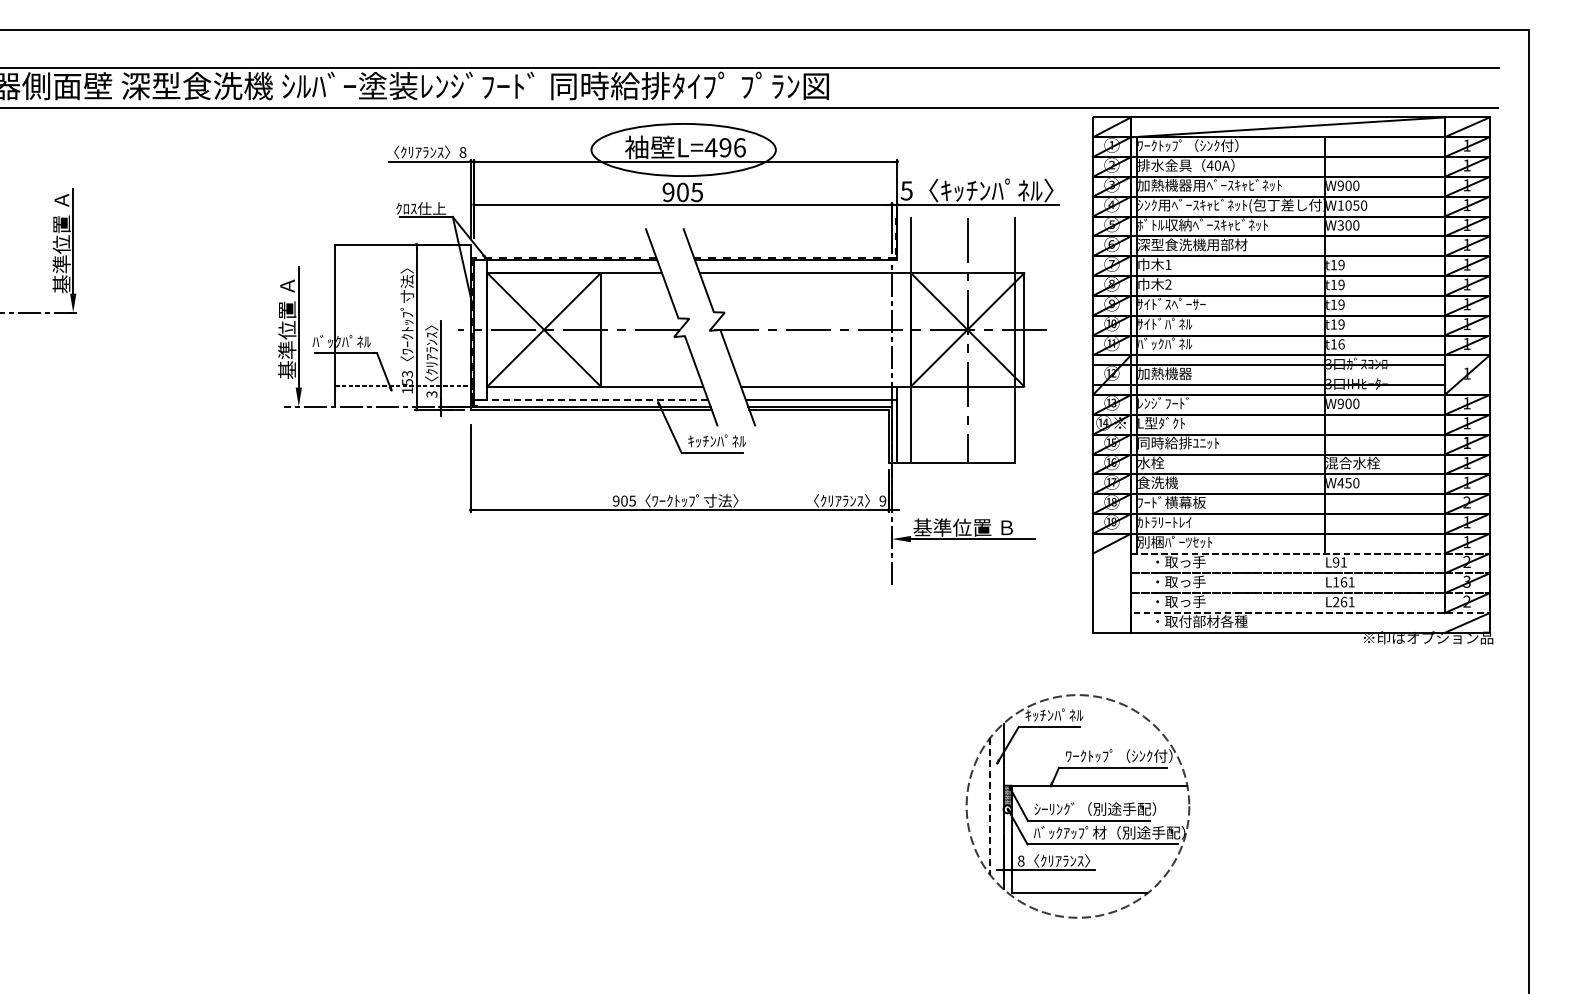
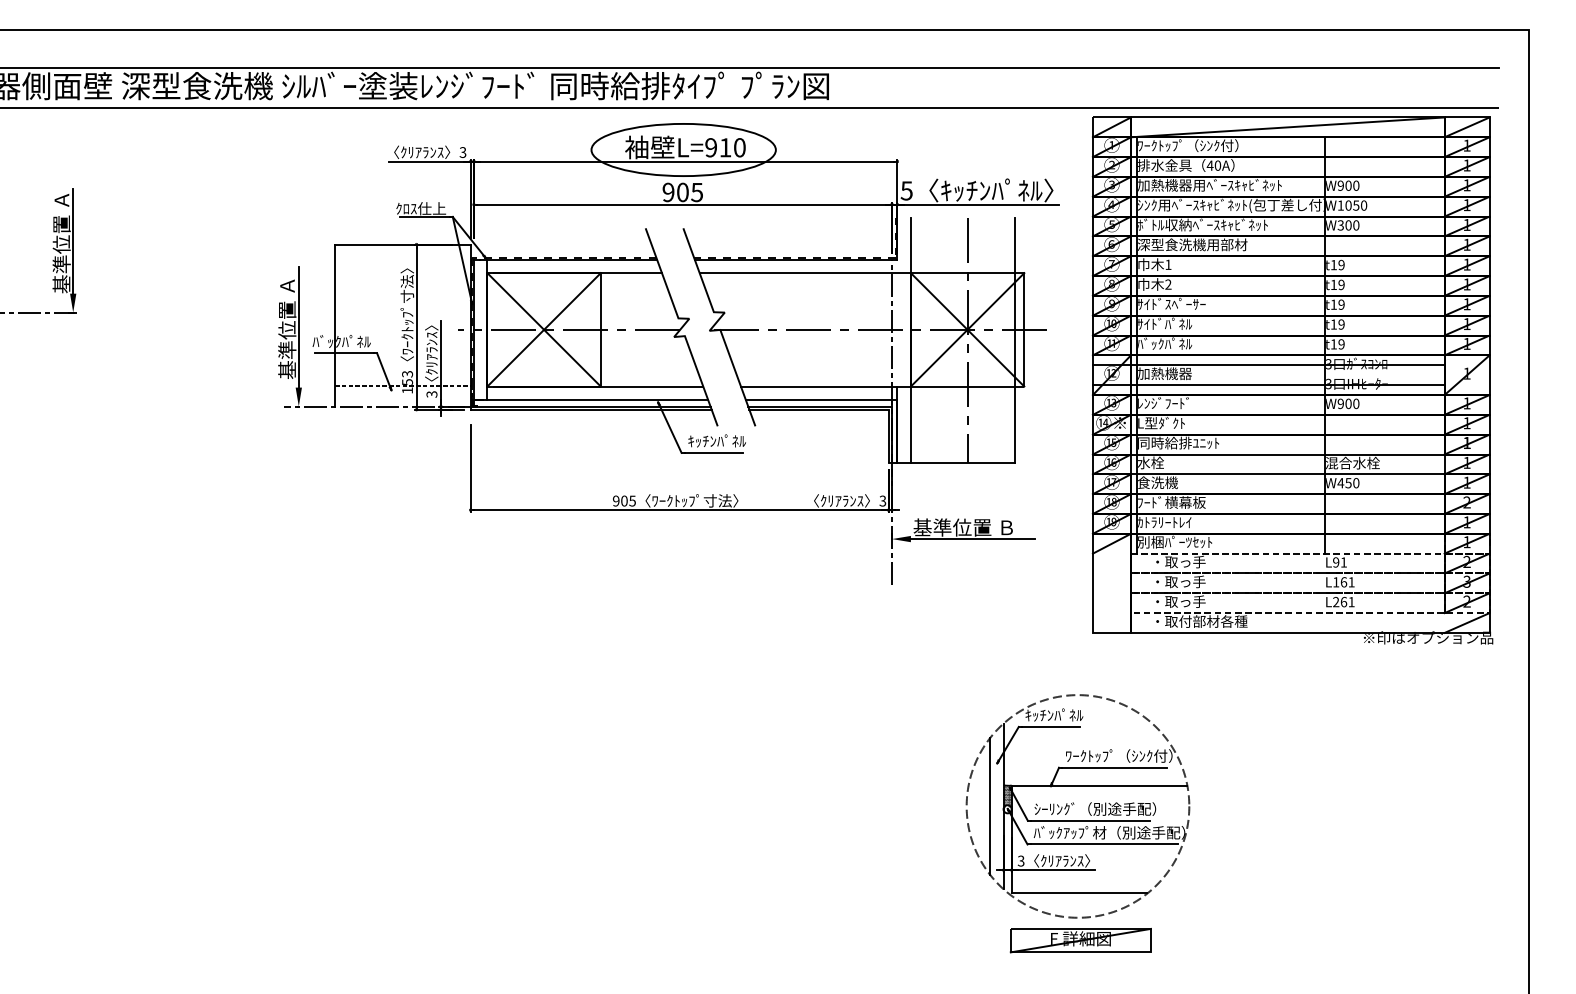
text at (724, 147): L=496 -> L=910
text at (462, 152): 8 -> 3
text at (1341, 344): t16 -> t19
line at (590, 400): dashed -> solid
text at (882, 501): 9 -> 3
line at (990, 806): dashed -> solid
text at (1020, 860): 8 -> 3
part at (1080, 940): none -> present
